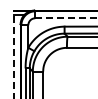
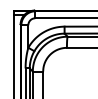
line at (66, 18): dashed -> solid
line at (13, 54): dashed -> solid
